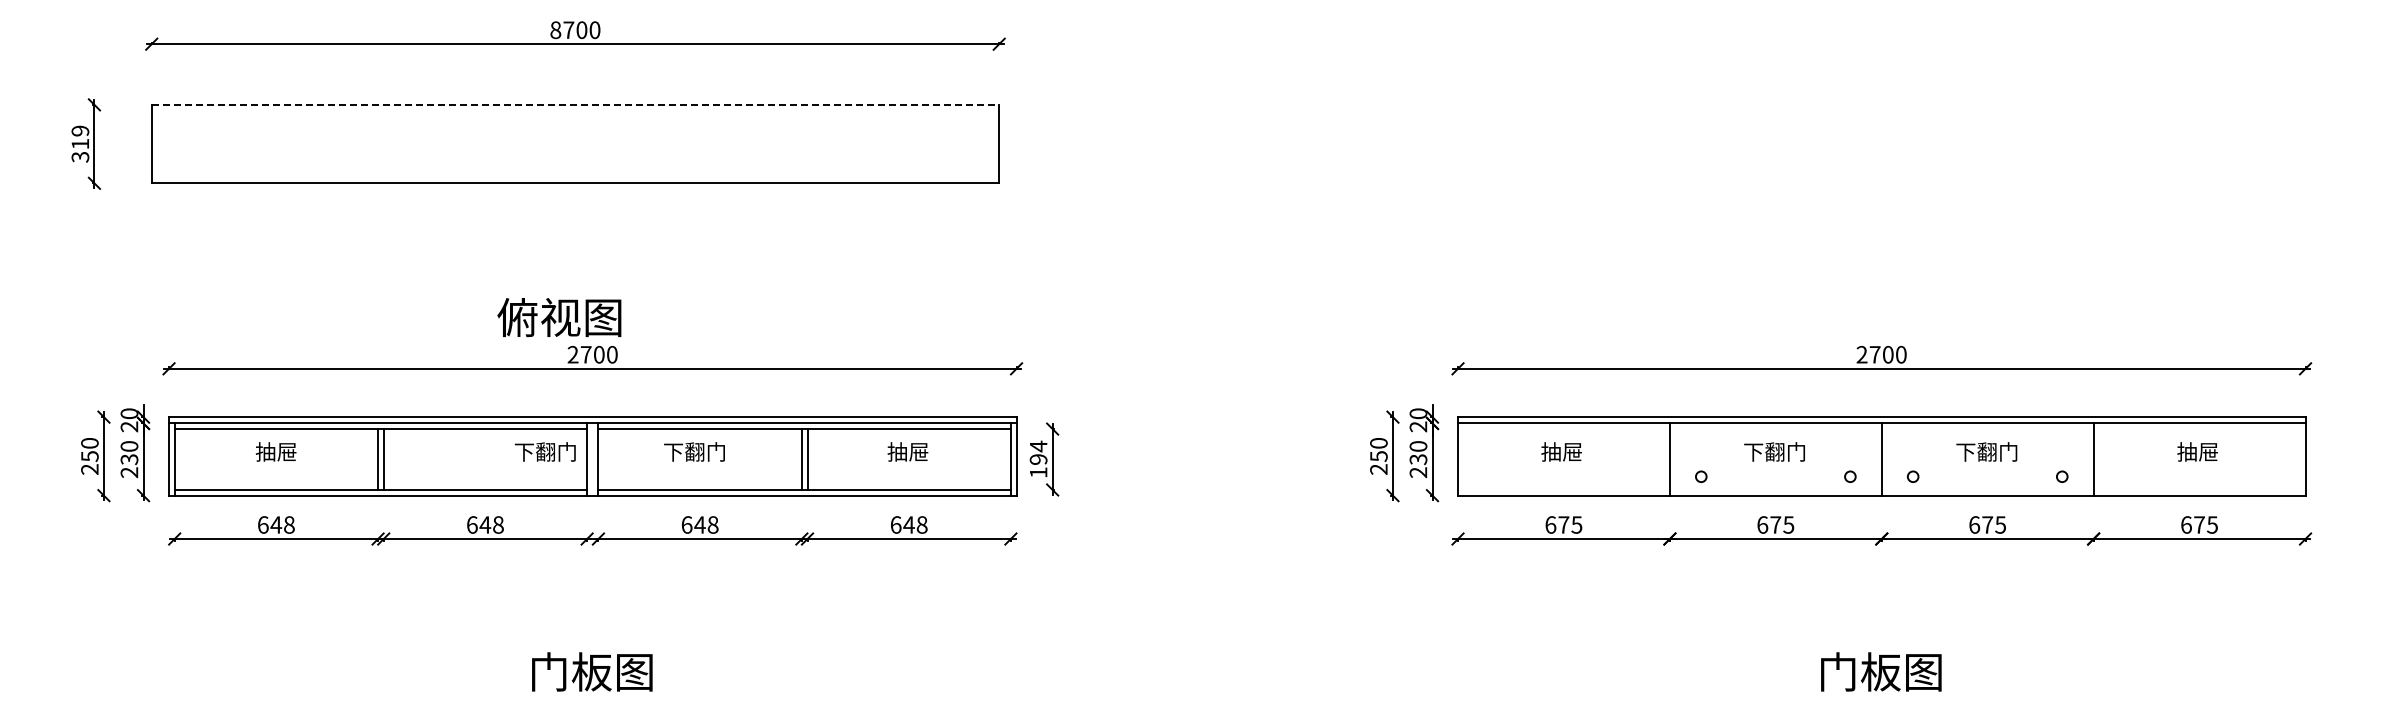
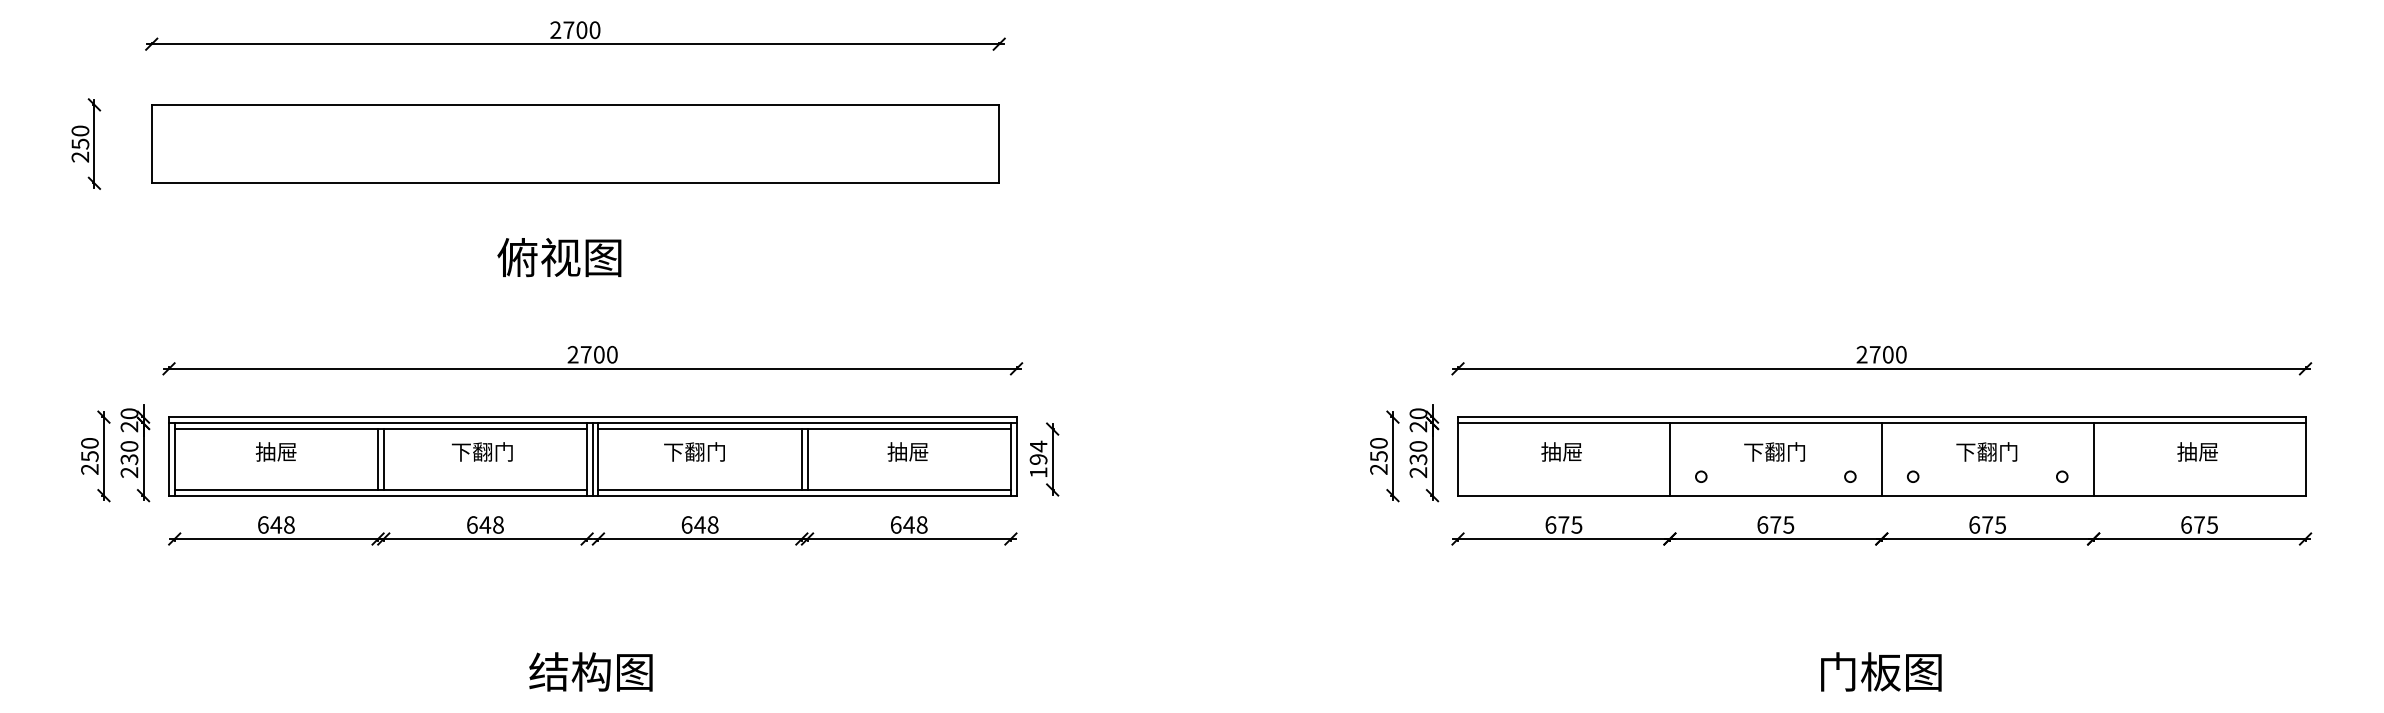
text at (555, 30): 8700 -> 2700
line at (575, 104): dashed -> solid
text at (80, 143): 319 -> 250
text at (559, 317) position: (559, 317) -> (559, 257)
text at (545, 451) position: (545, 451) -> (482, 451)
line at (592, 459): none -> present
text at (570, 671): 门板图 -> 结构图
